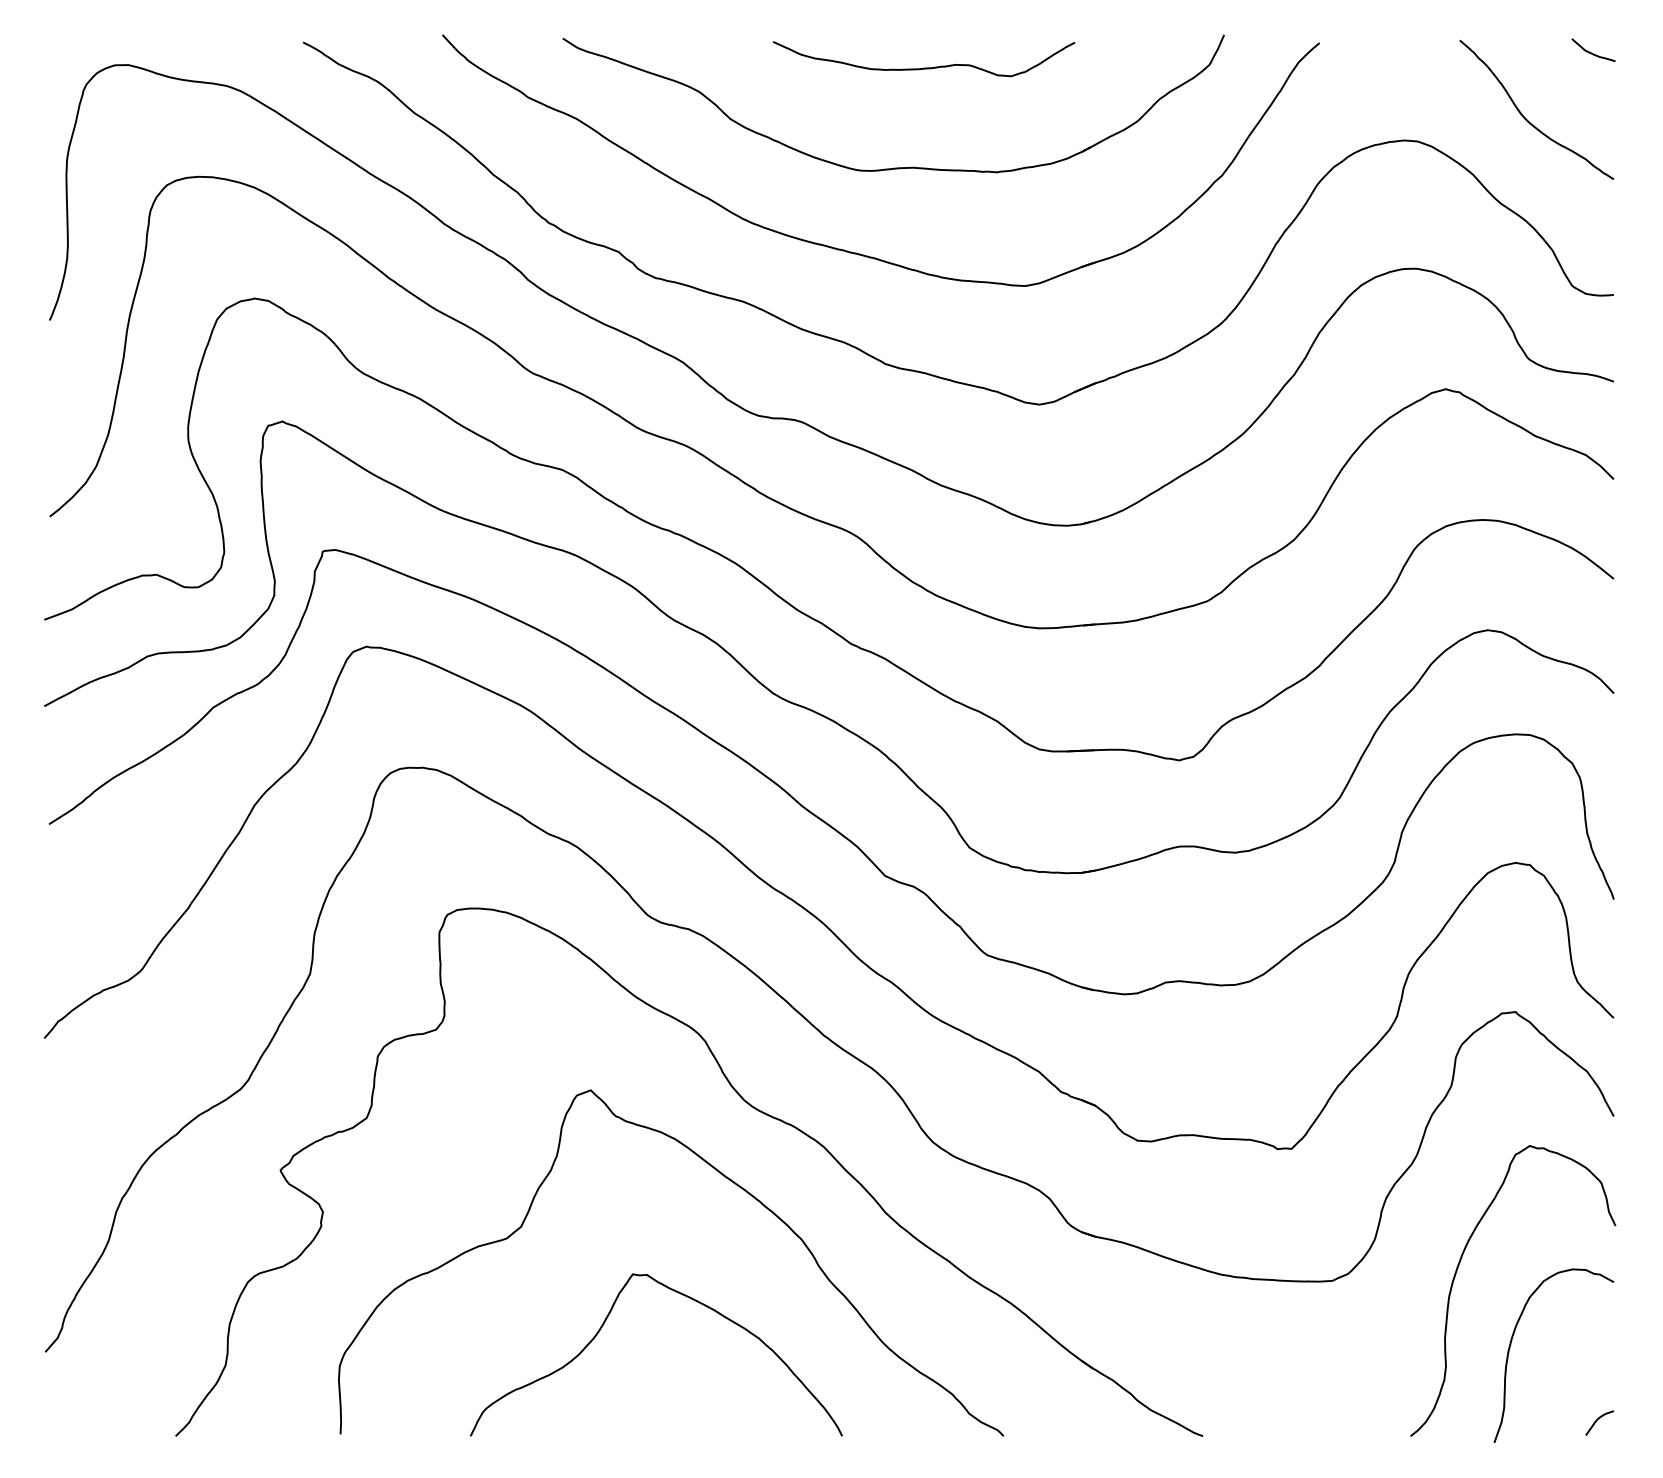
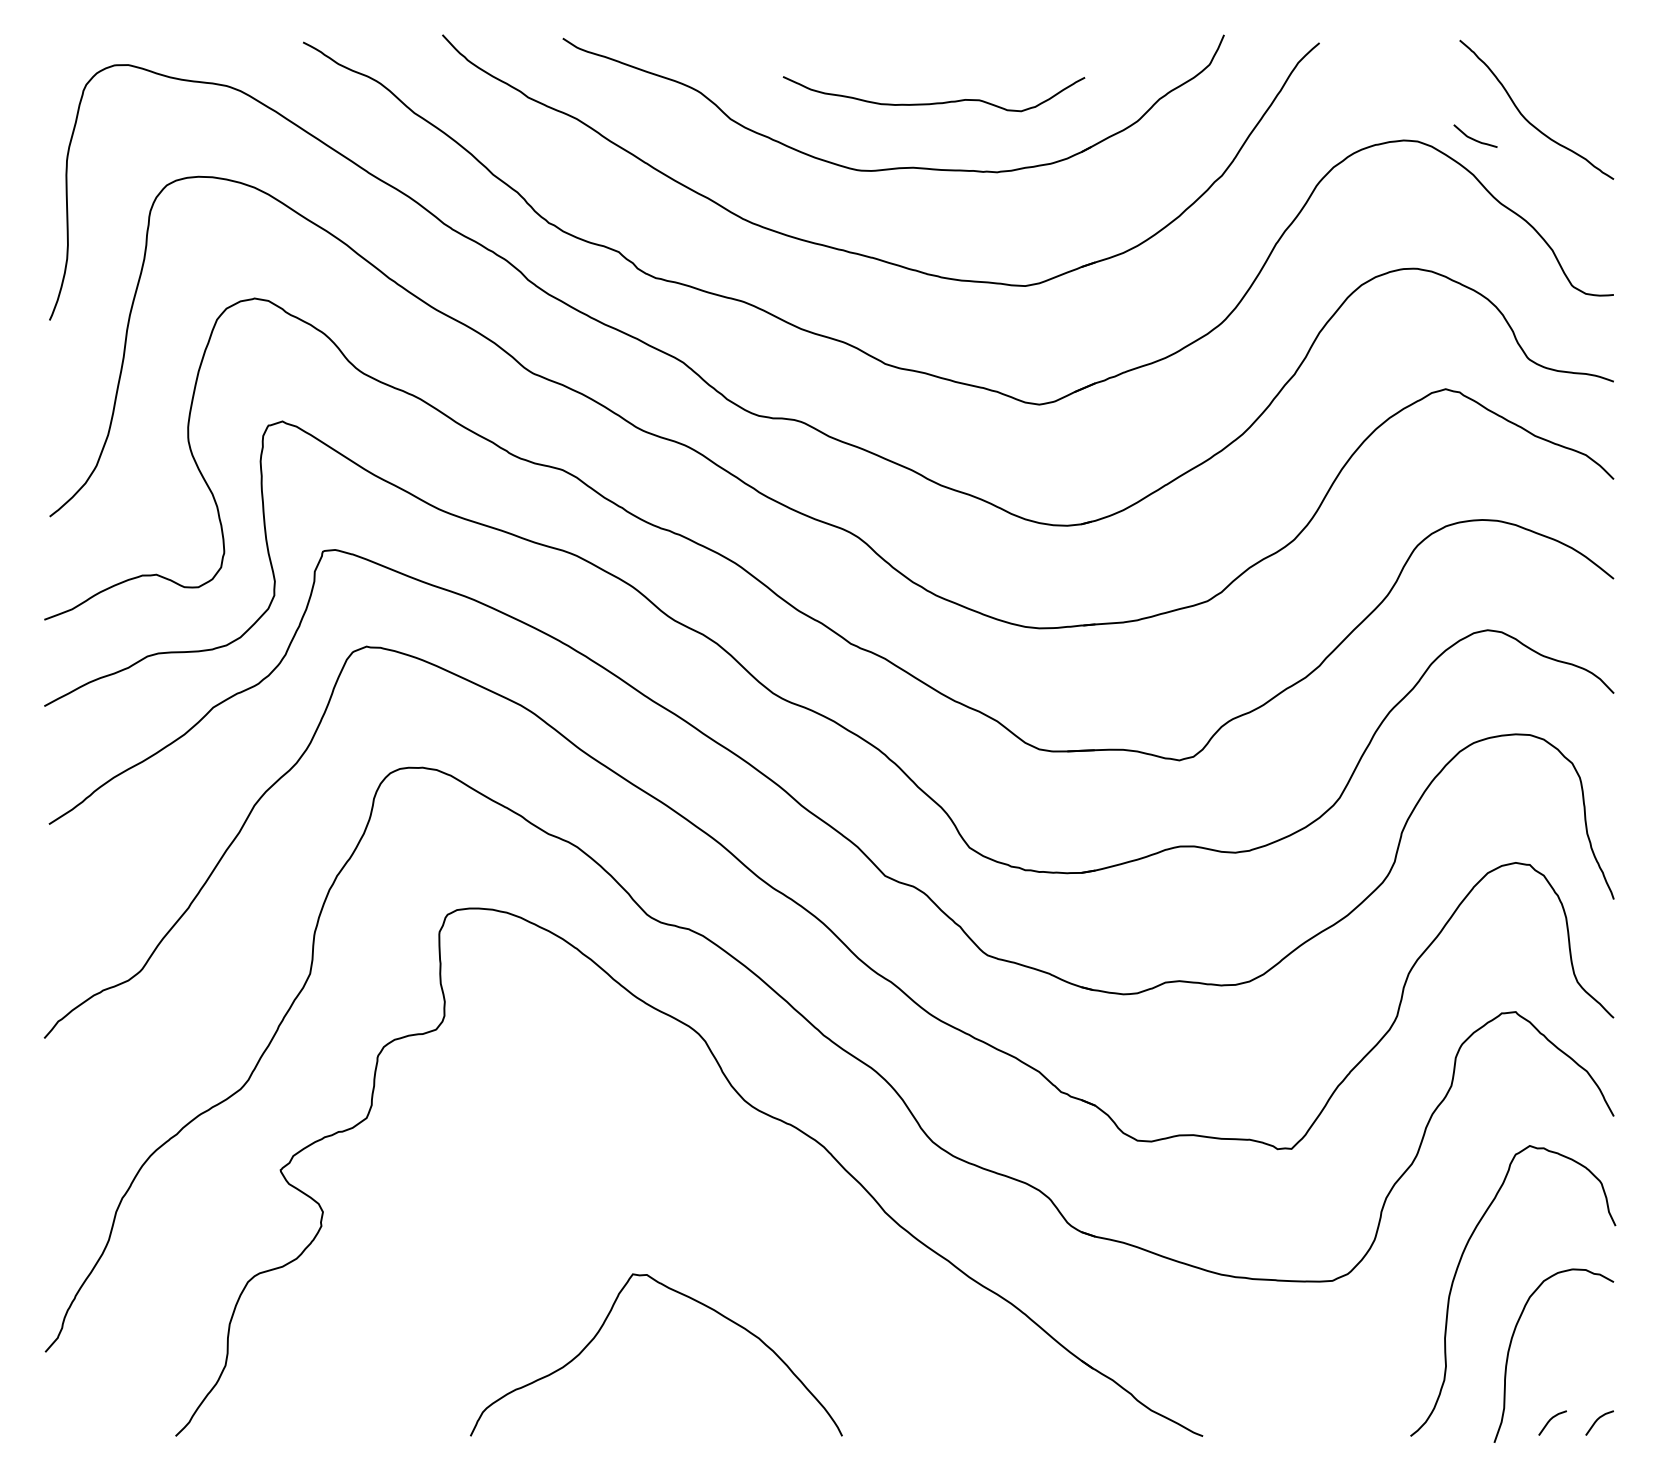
curve at (1591, 52) position: (1591, 52) -> (1473, 138)
curve at (923, 67) position: (923, 67) -> (933, 102)
curve at (727, 1179): present -> none
curve at (1550, 1421): none -> present
